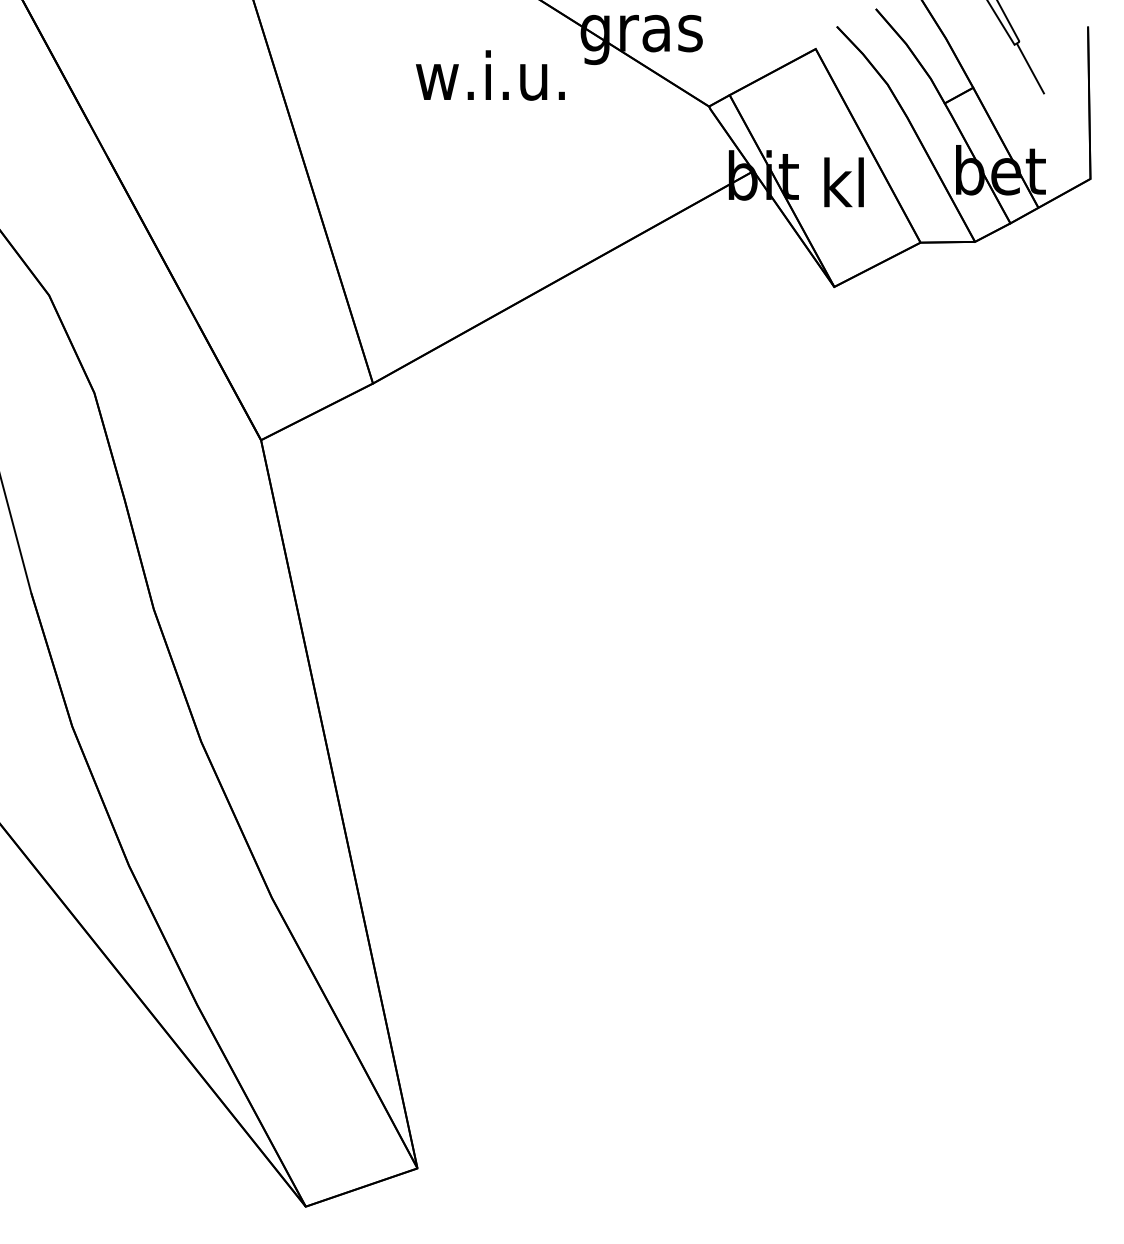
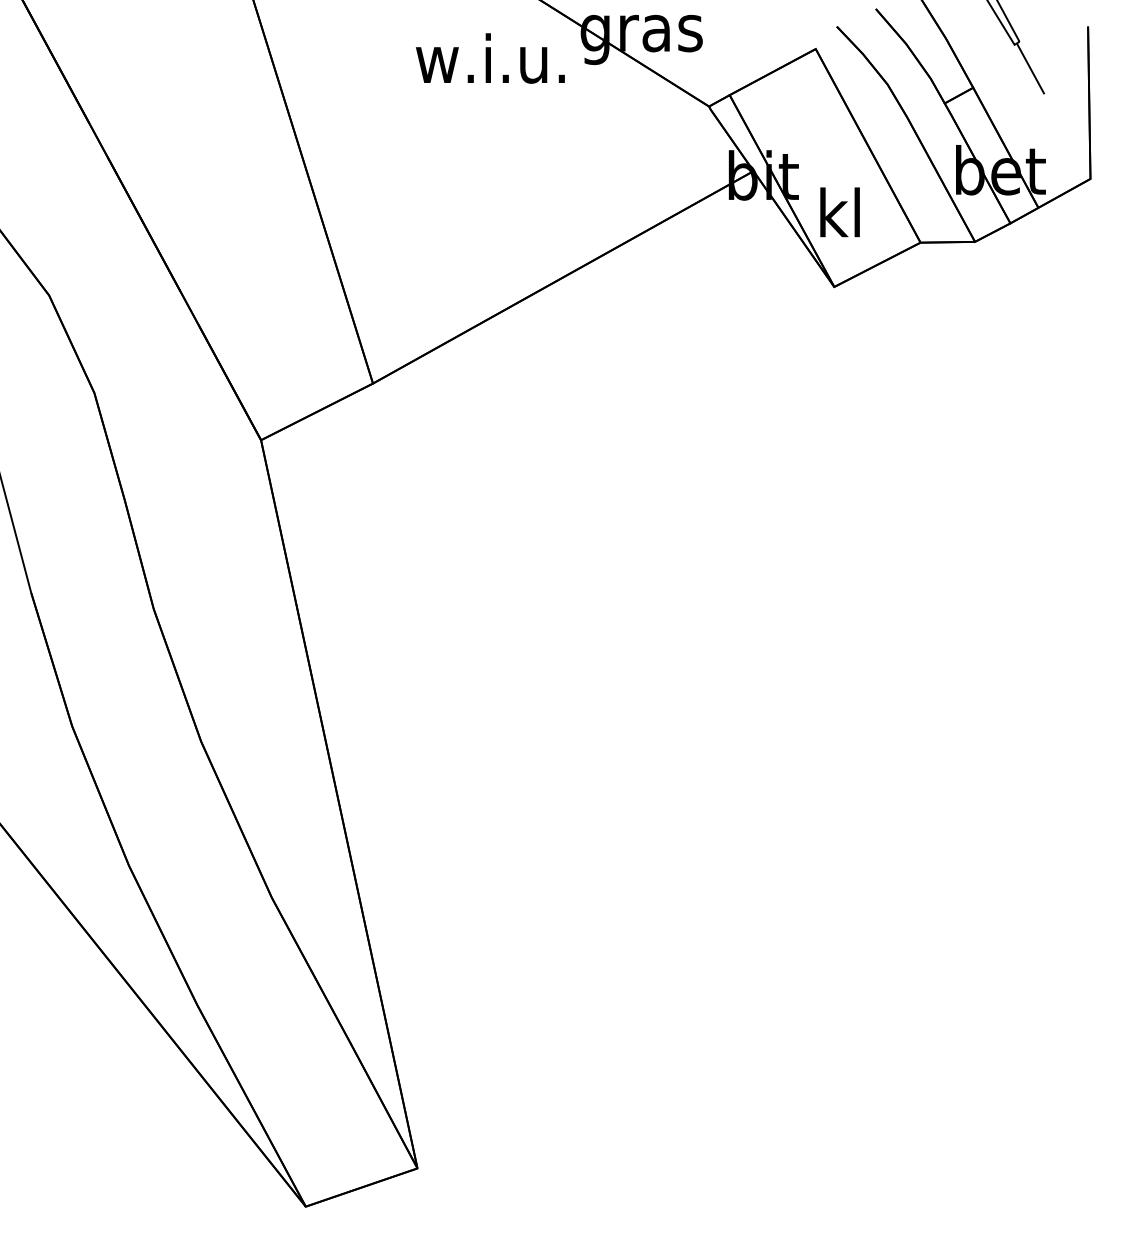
text at (490, 75) position: (490, 75) -> (490, 58)
text at (843, 182) position: (843, 182) -> (839, 212)
